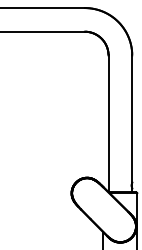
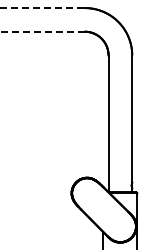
line at (43, 8): solid -> dashed
line at (42, 31): solid -> dashed
